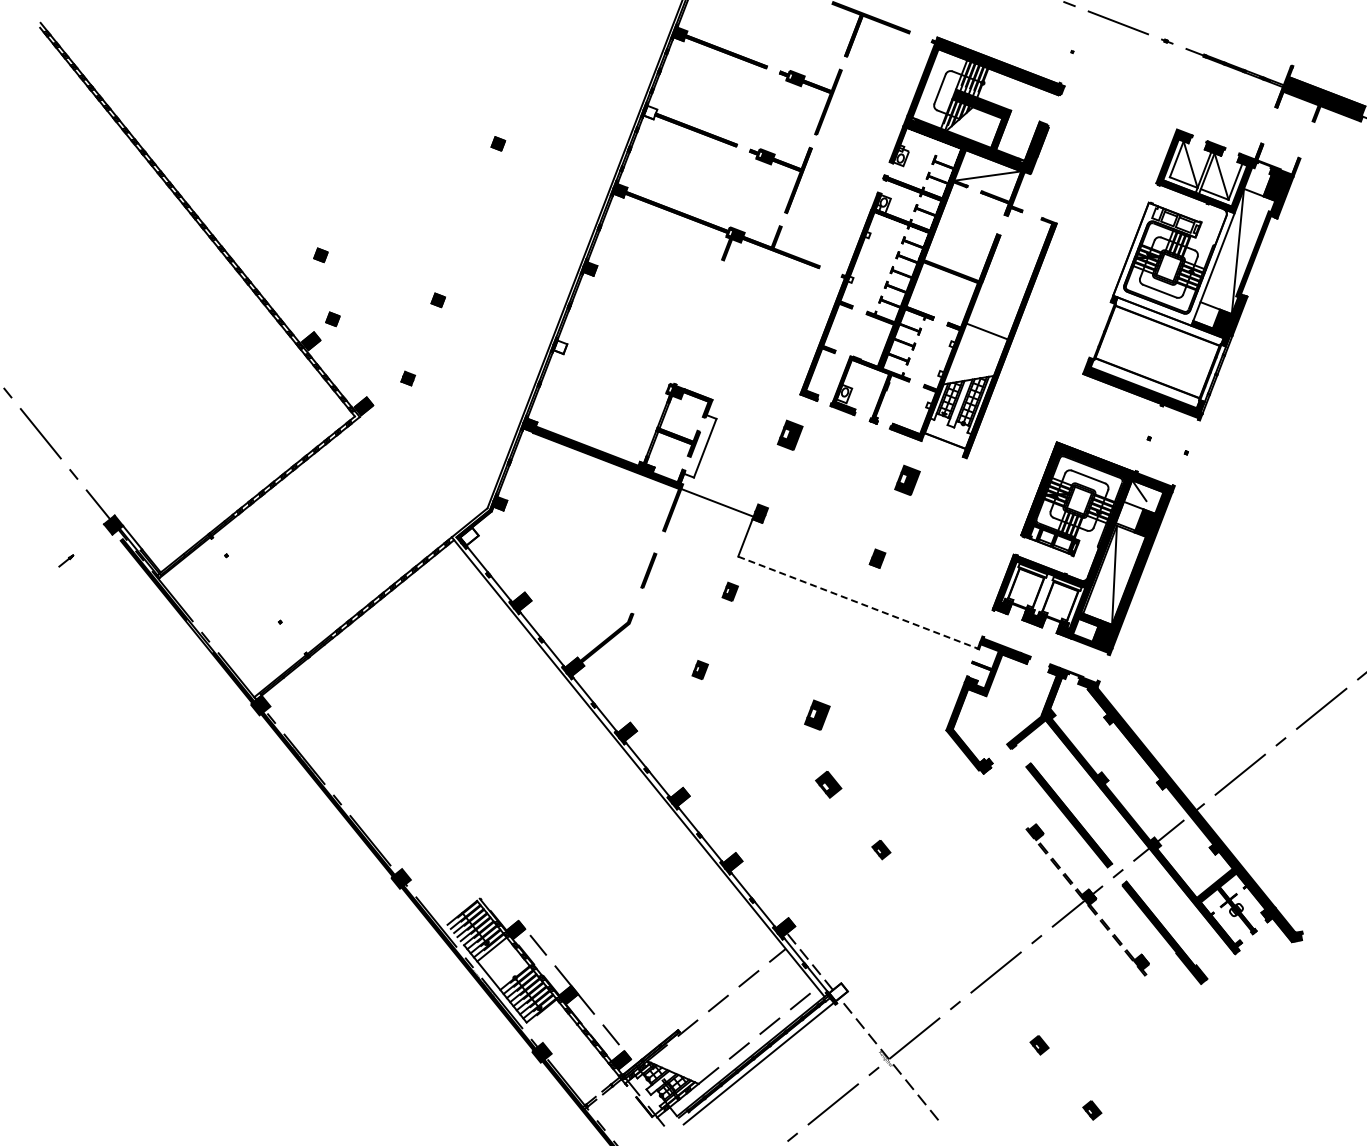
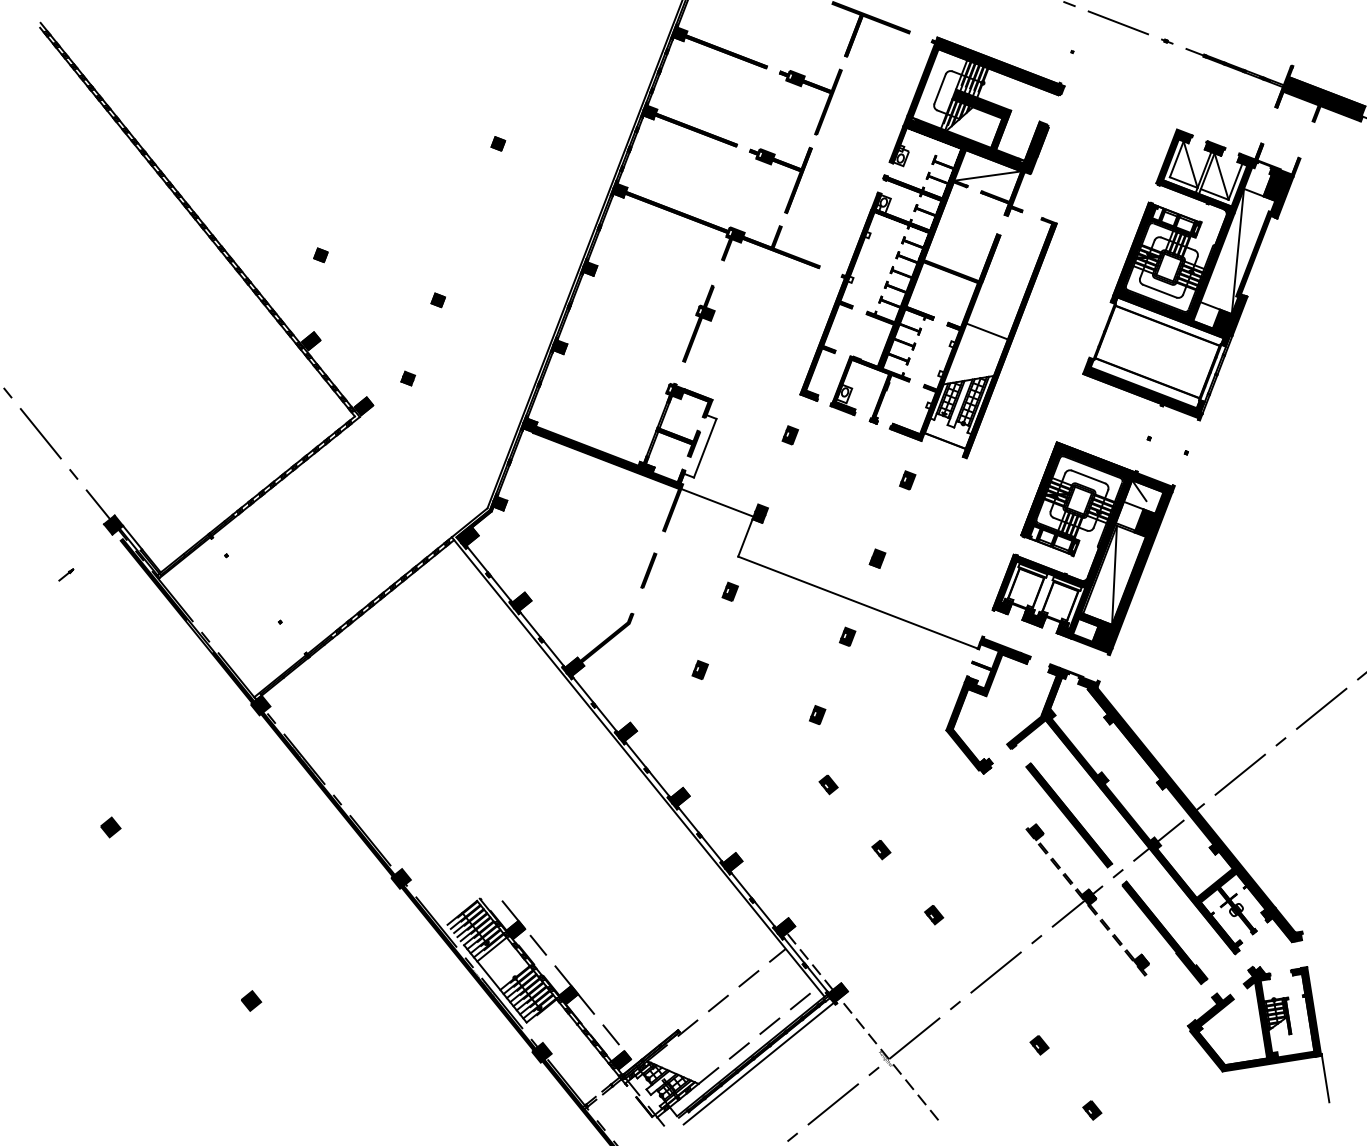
fill at (650, 112): none -> present
fill at (1173, 263): none -> present
part at (332, 319): present -> none
part at (698, 323): none -> present
fill at (560, 347): none -> present
part at (789, 434) size: 28x32 px -> 19x21 px
part at (907, 479) size: 27x32 px -> 18x21 px
fill at (469, 536): none -> present
line at (66, 560) position: (66, 560) -> (66, 574)
line at (858, 602): dashed -> solid
part at (847, 636): none -> present
part at (817, 714) size: 27x32 px -> 18x20 px
part at (828, 784) size: 28x28 px -> 21x22 px
part at (110, 827): none -> present
line at (508, 908): none -> present
part at (934, 915): none -> present
fill at (838, 992): none -> present
part at (251, 1000): none -> present
part at (1258, 1034): none -> present
